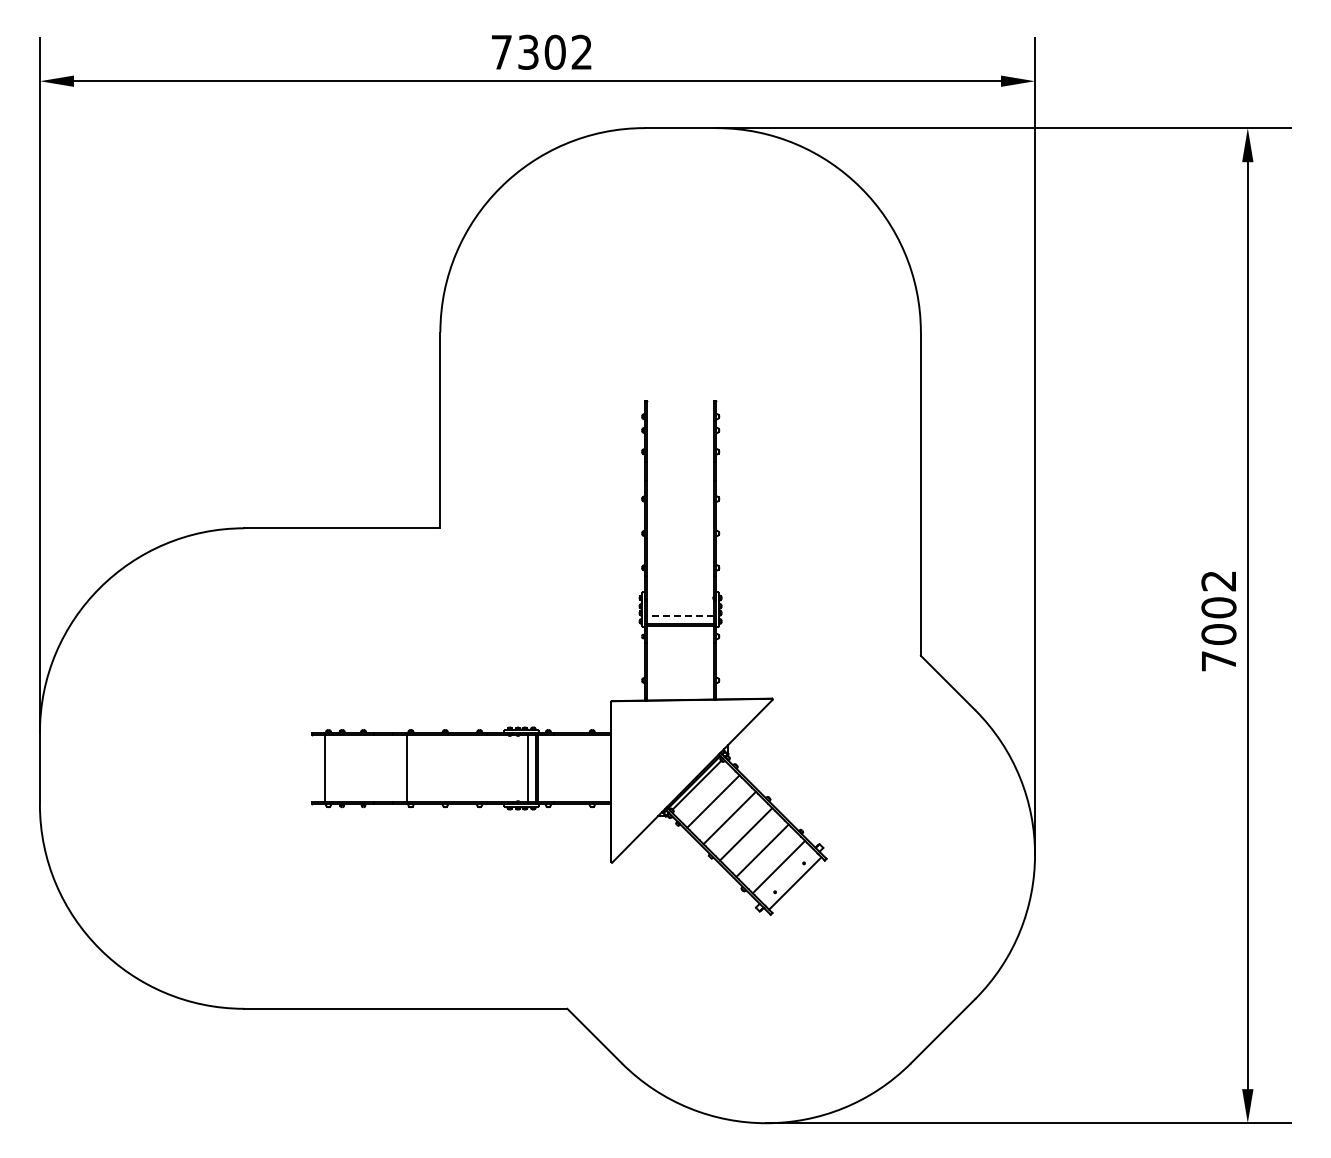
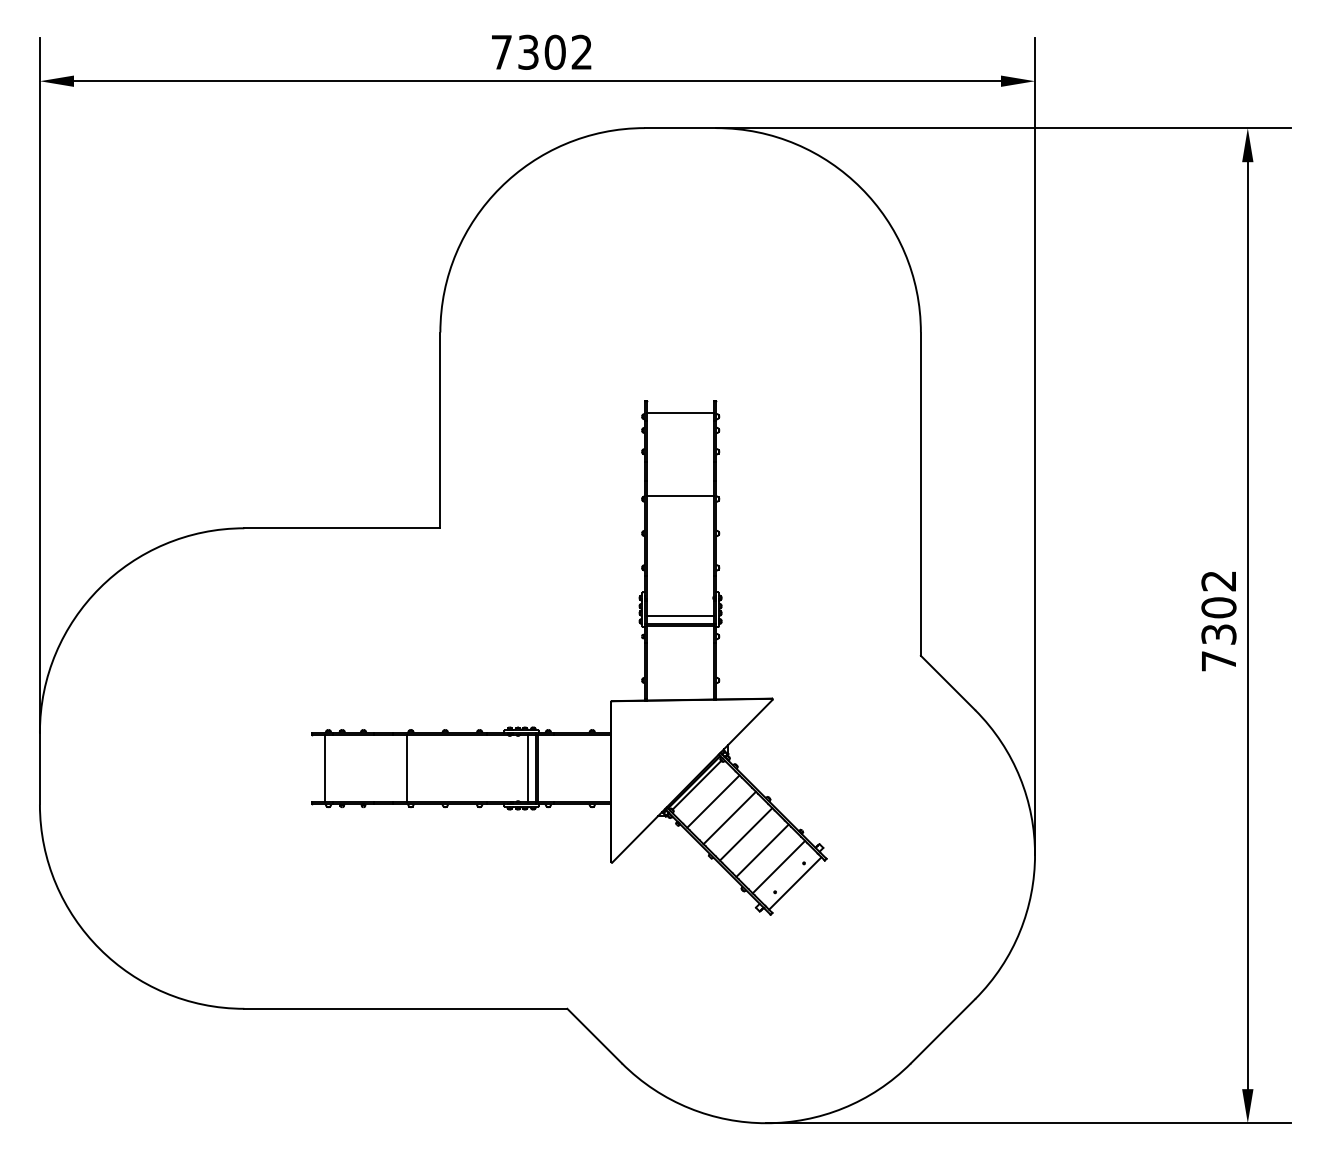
line at (680, 413): none -> present
line at (680, 495): none -> present
line at (680, 615): dashed -> solid
text at (1218, 634): 7002 -> 7302
